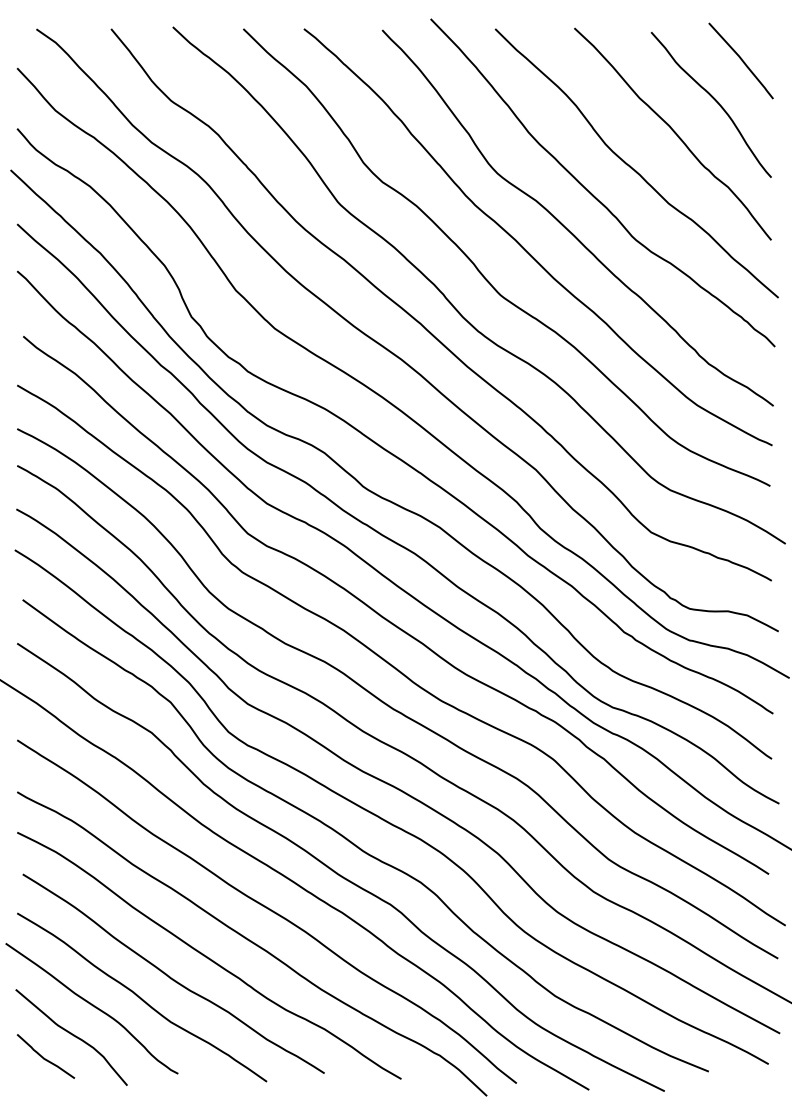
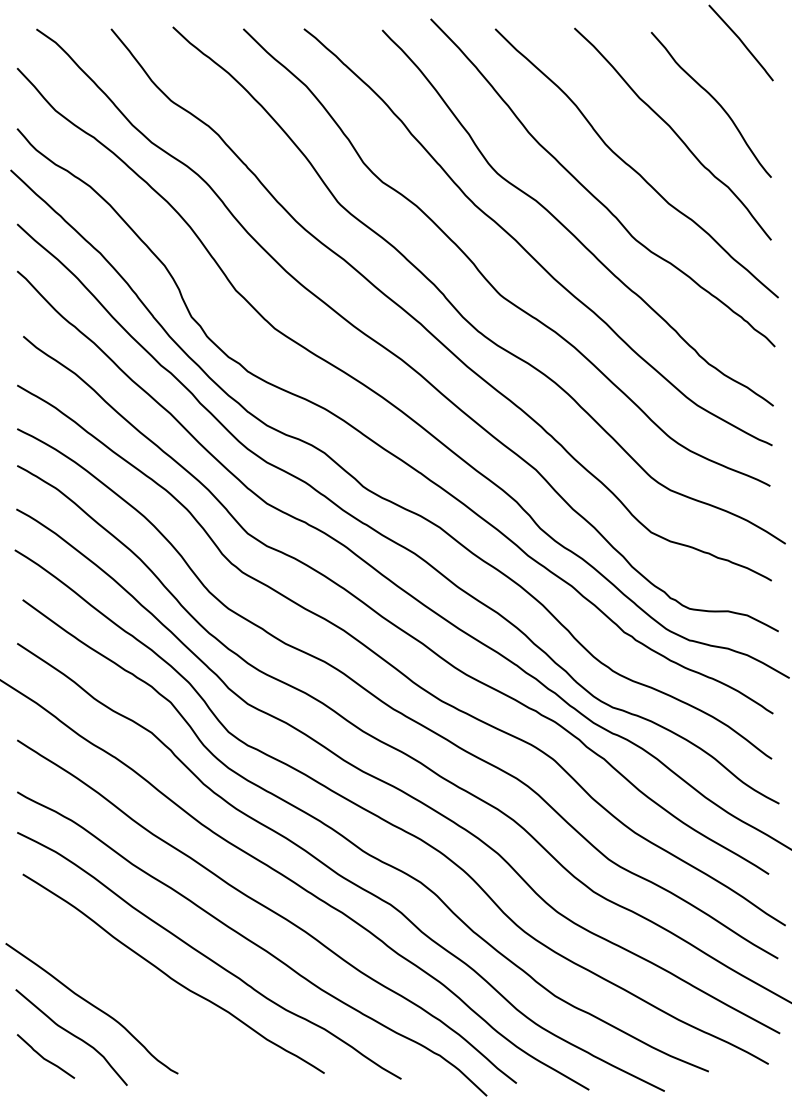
curve at (740, 59) position: (740, 59) -> (740, 41)
curve at (141, 997): present -> none
